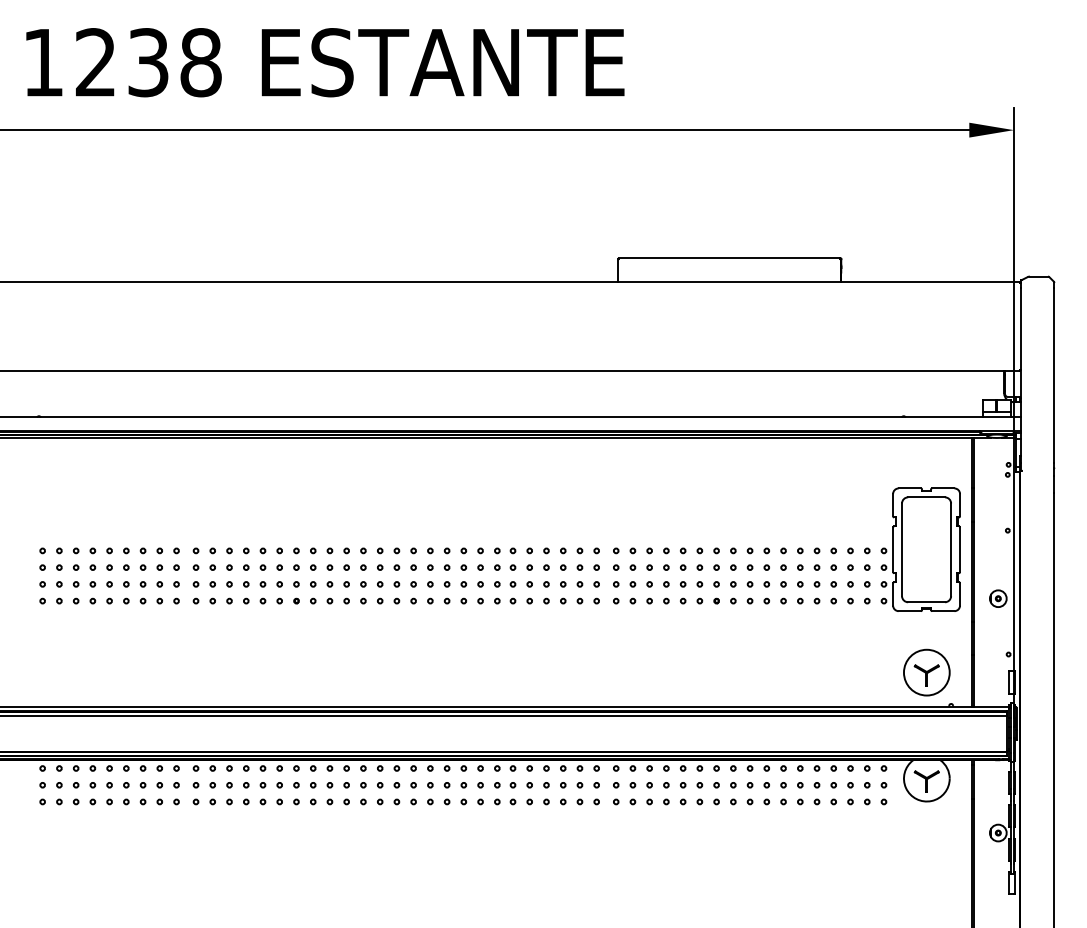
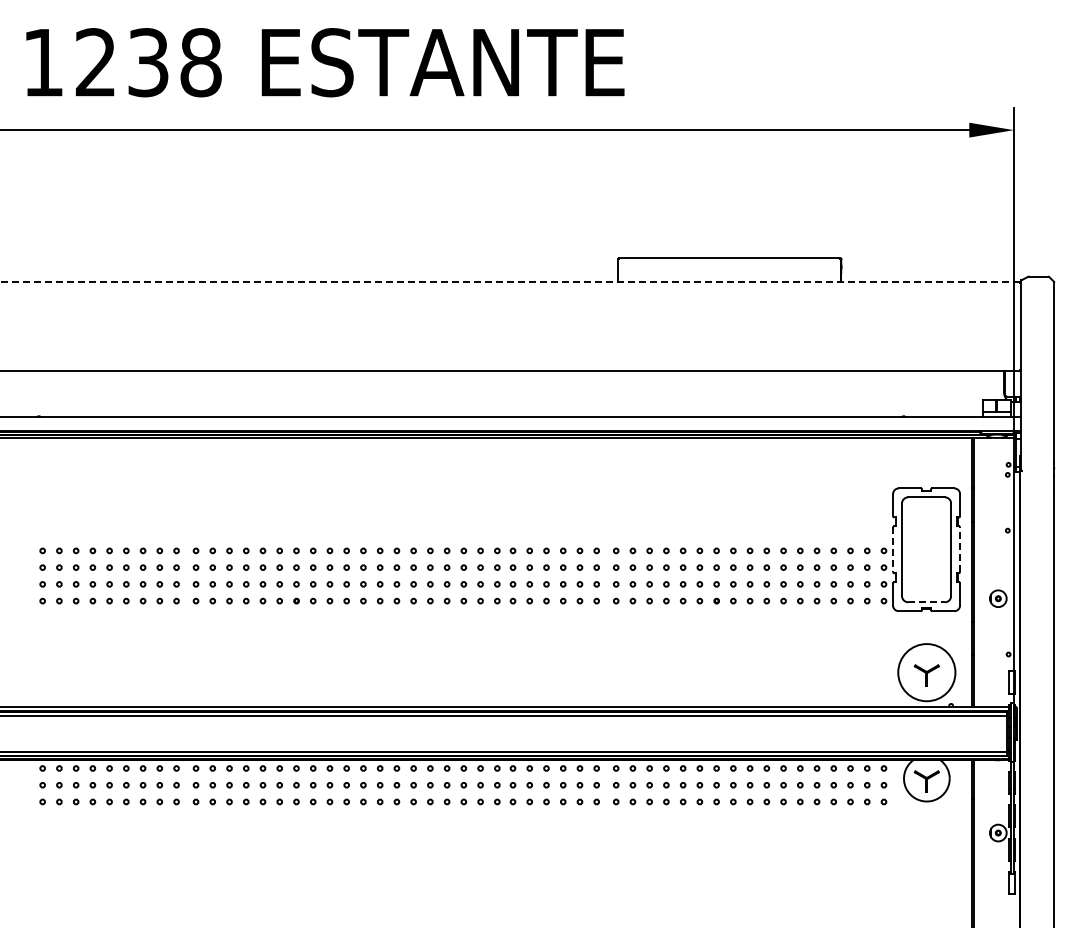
line at (510, 282): solid -> dashed
line at (960, 549): solid -> dashed
line at (893, 550): solid -> dashed
line at (927, 602): solid -> dashed
circle at (926, 672) diameter: 46 px -> 57 px
